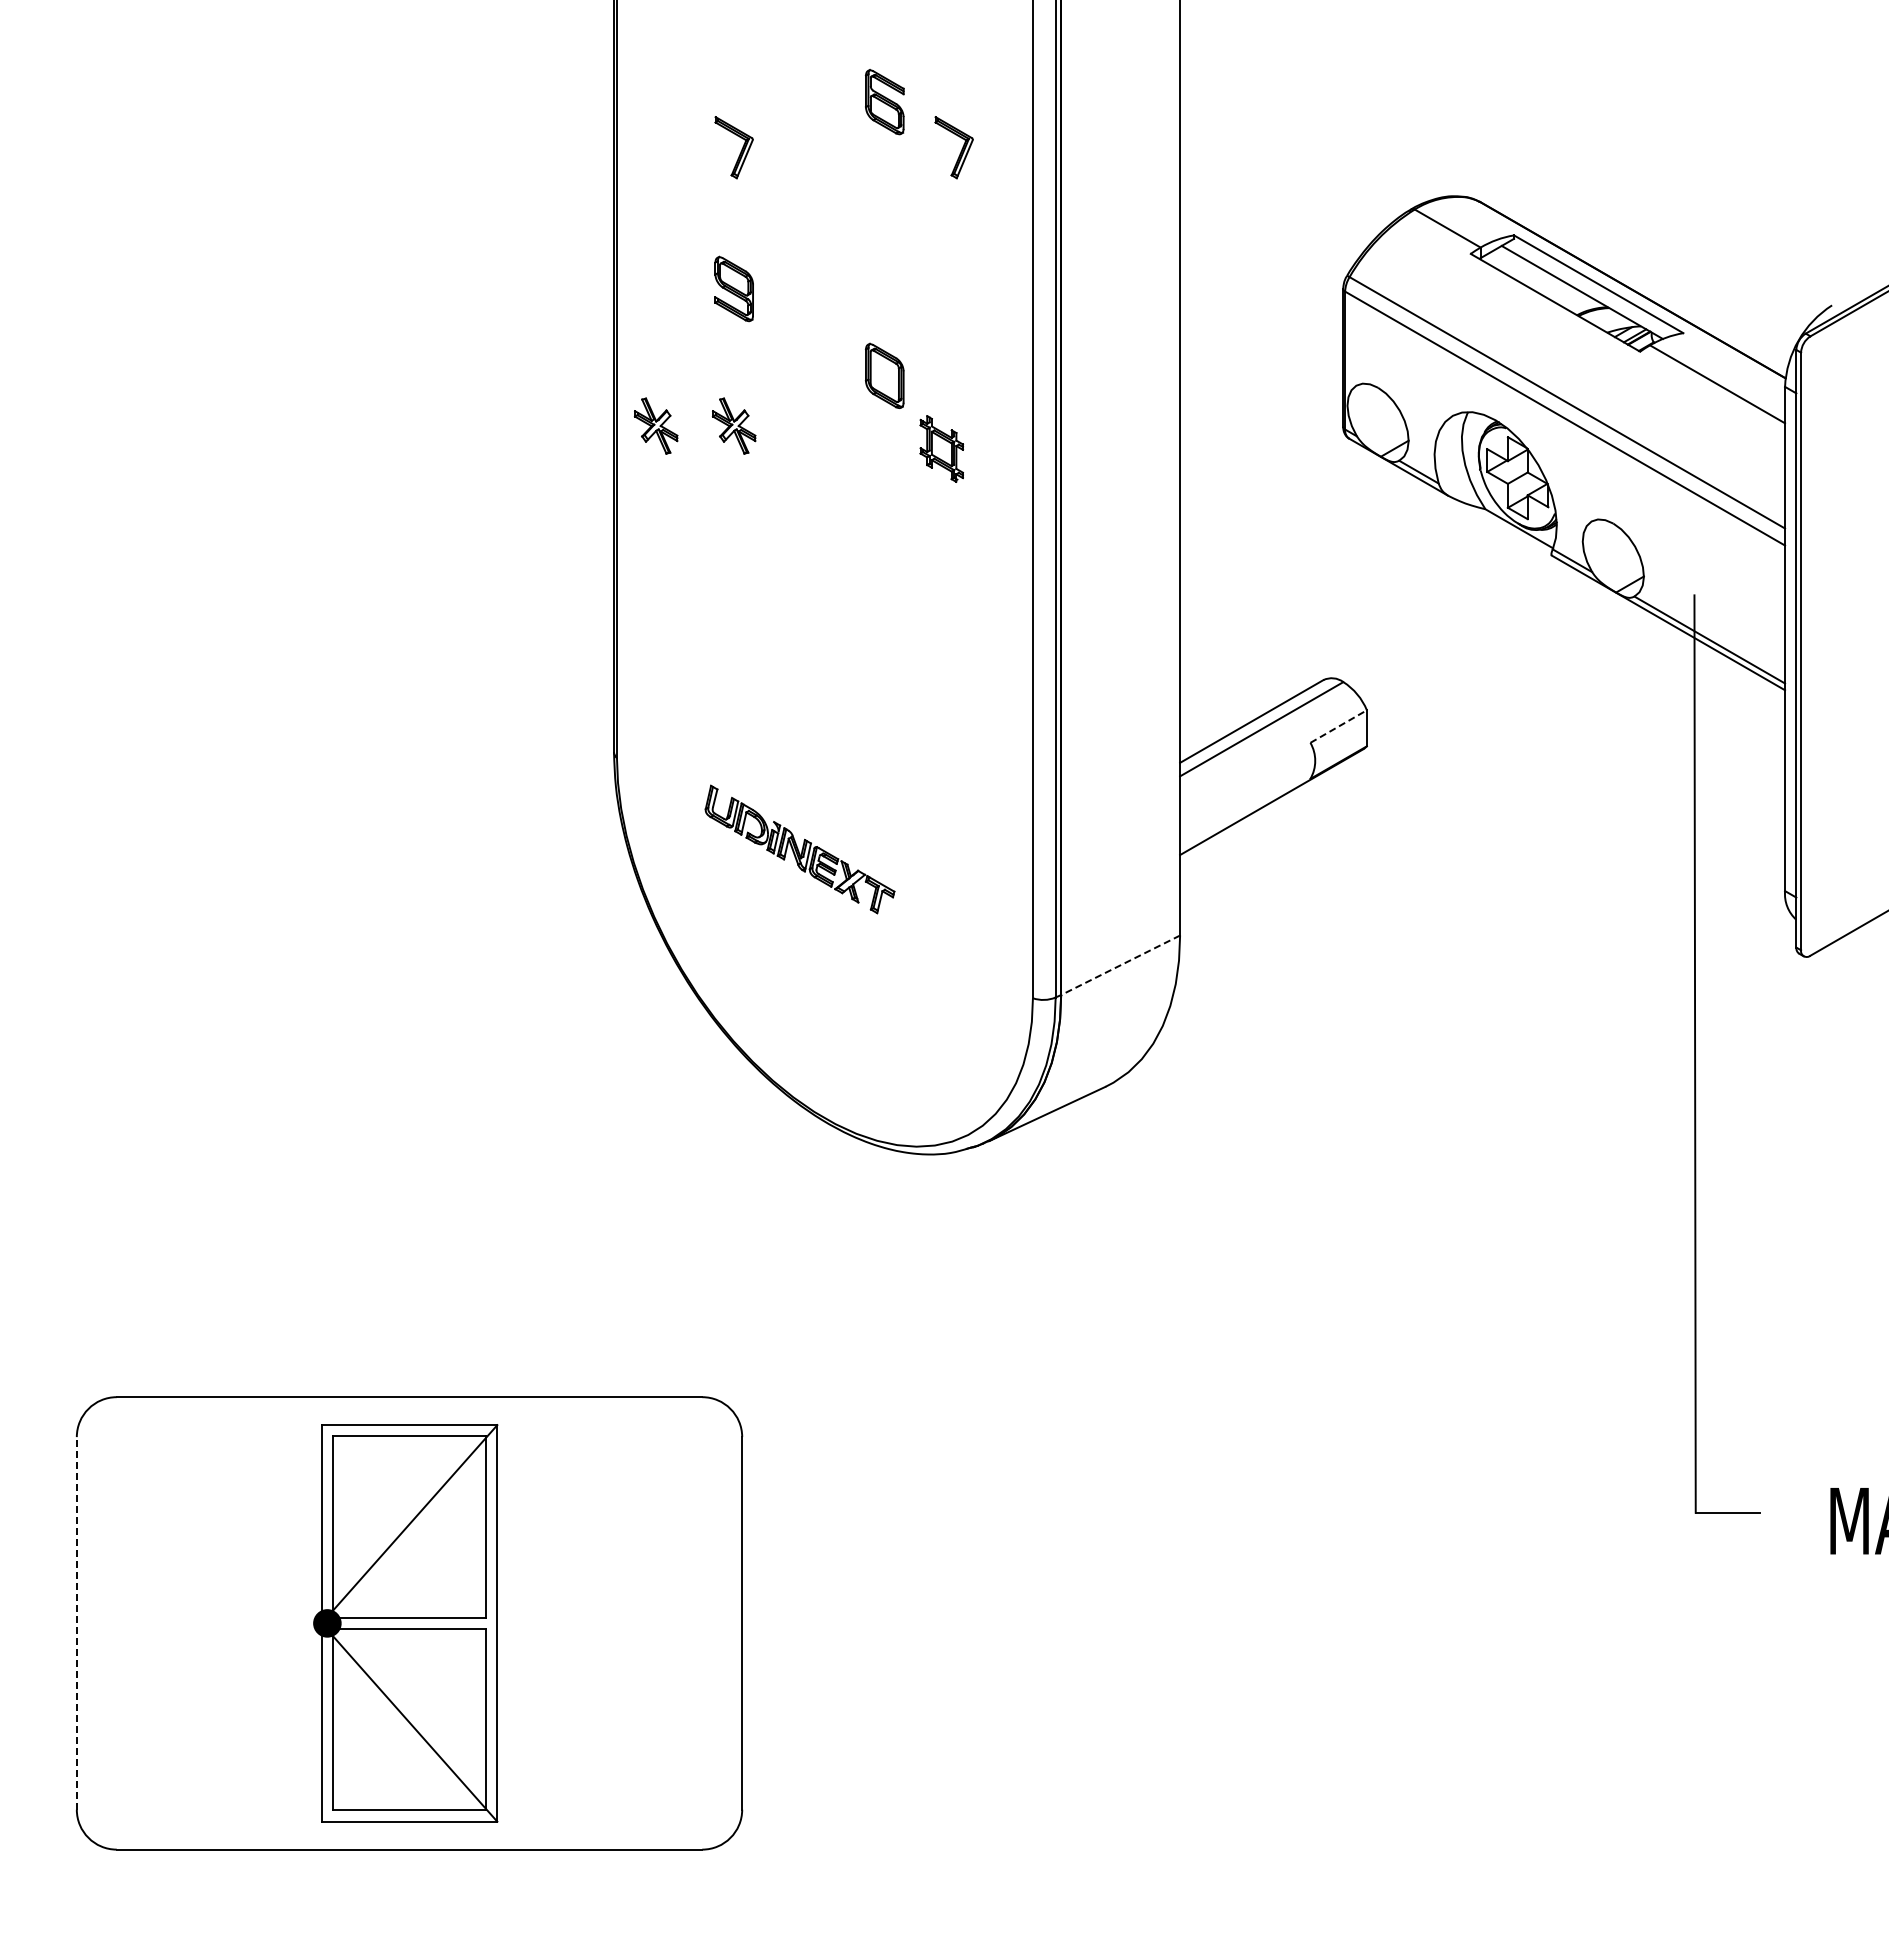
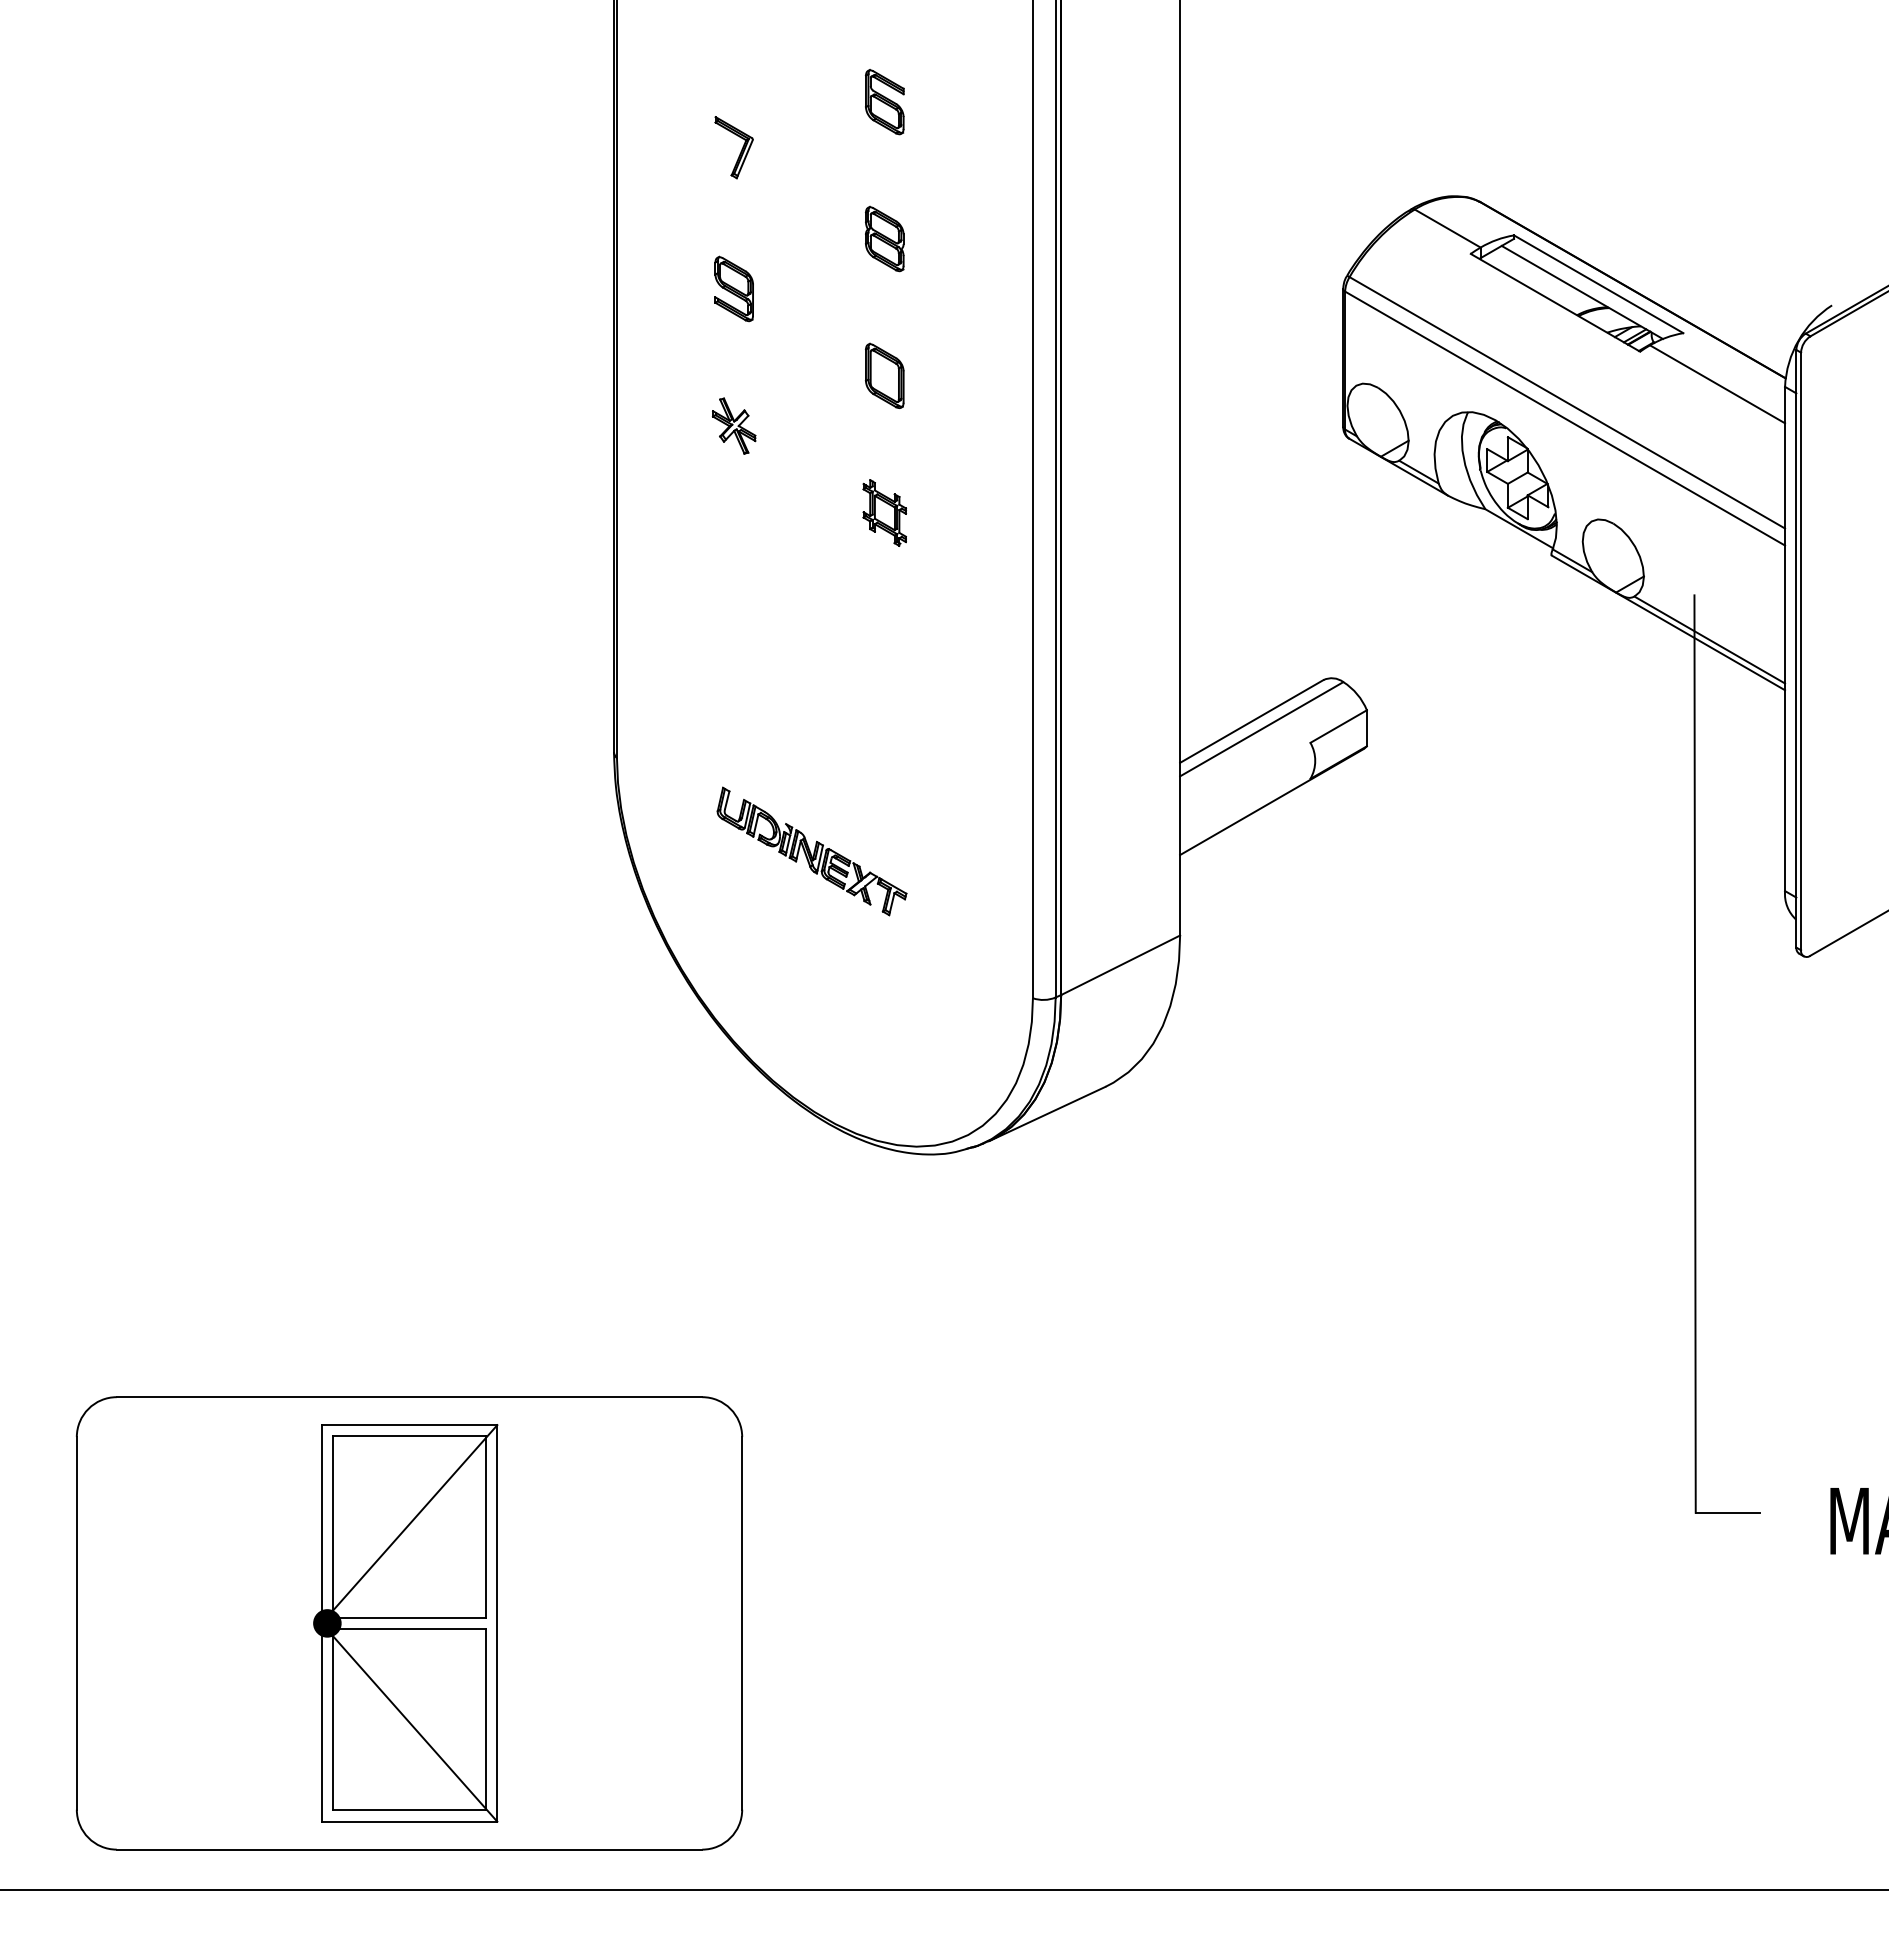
part at (960, 151): present -> none
part at (884, 238): none -> present
part at (655, 425): present -> none
part at (941, 448) position: (941, 448) -> (884, 512)
line at (1338, 726): dashed -> solid
part at (799, 849) position: (799, 849) -> (811, 851)
line at (1120, 965): dashed -> solid
line at (76, 1622): dashed -> solid
line at (943, 1889): none -> present
